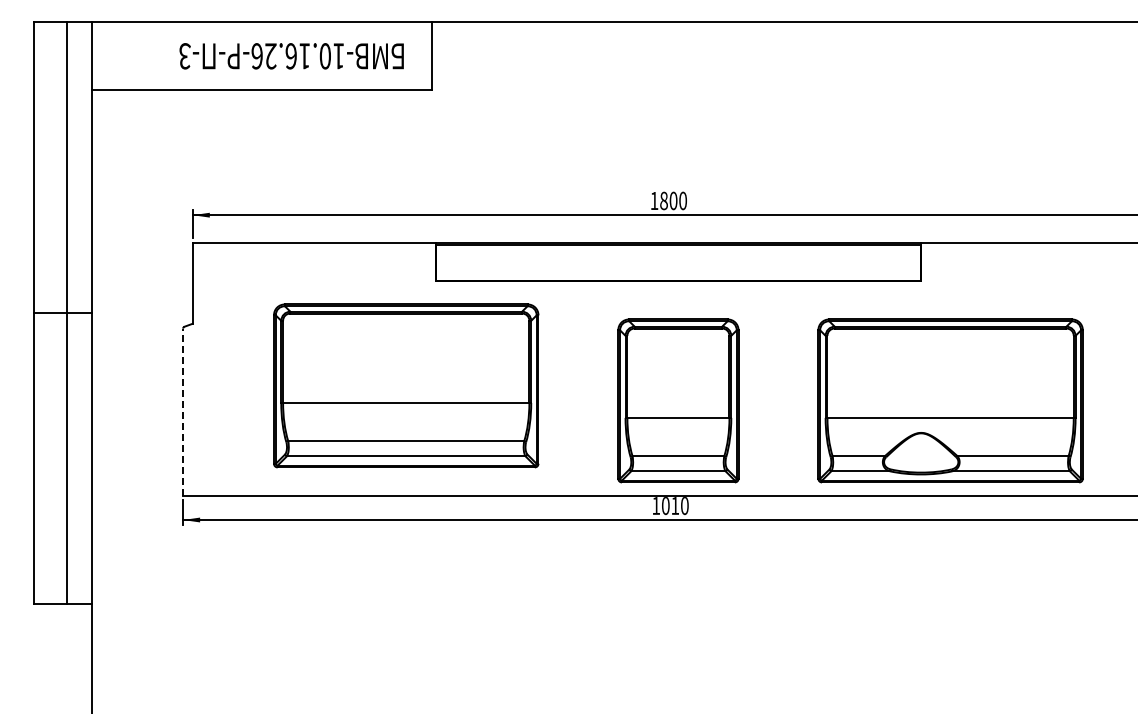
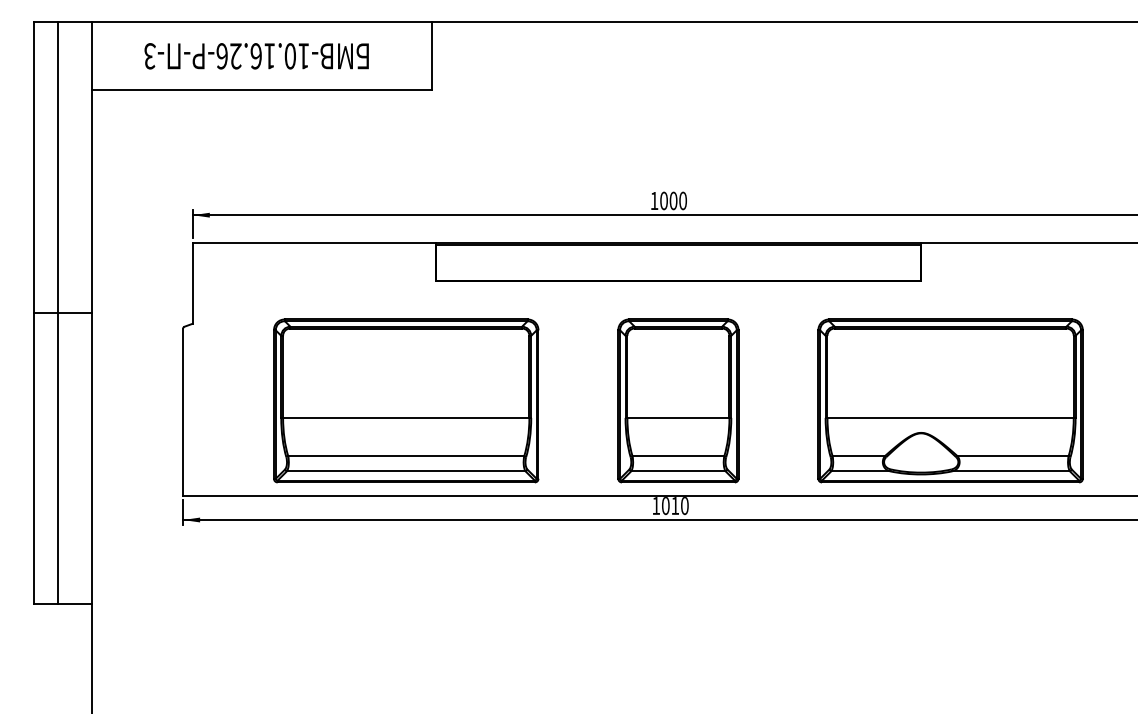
text at (291, 56) position: (291, 56) -> (256, 56)
text at (663, 200): 1800 -> 1000
line at (67, 312) position: (67, 312) -> (58, 312)
part at (406, 385) position: (406, 385) -> (406, 400)
line at (183, 412): dashed -> solid
